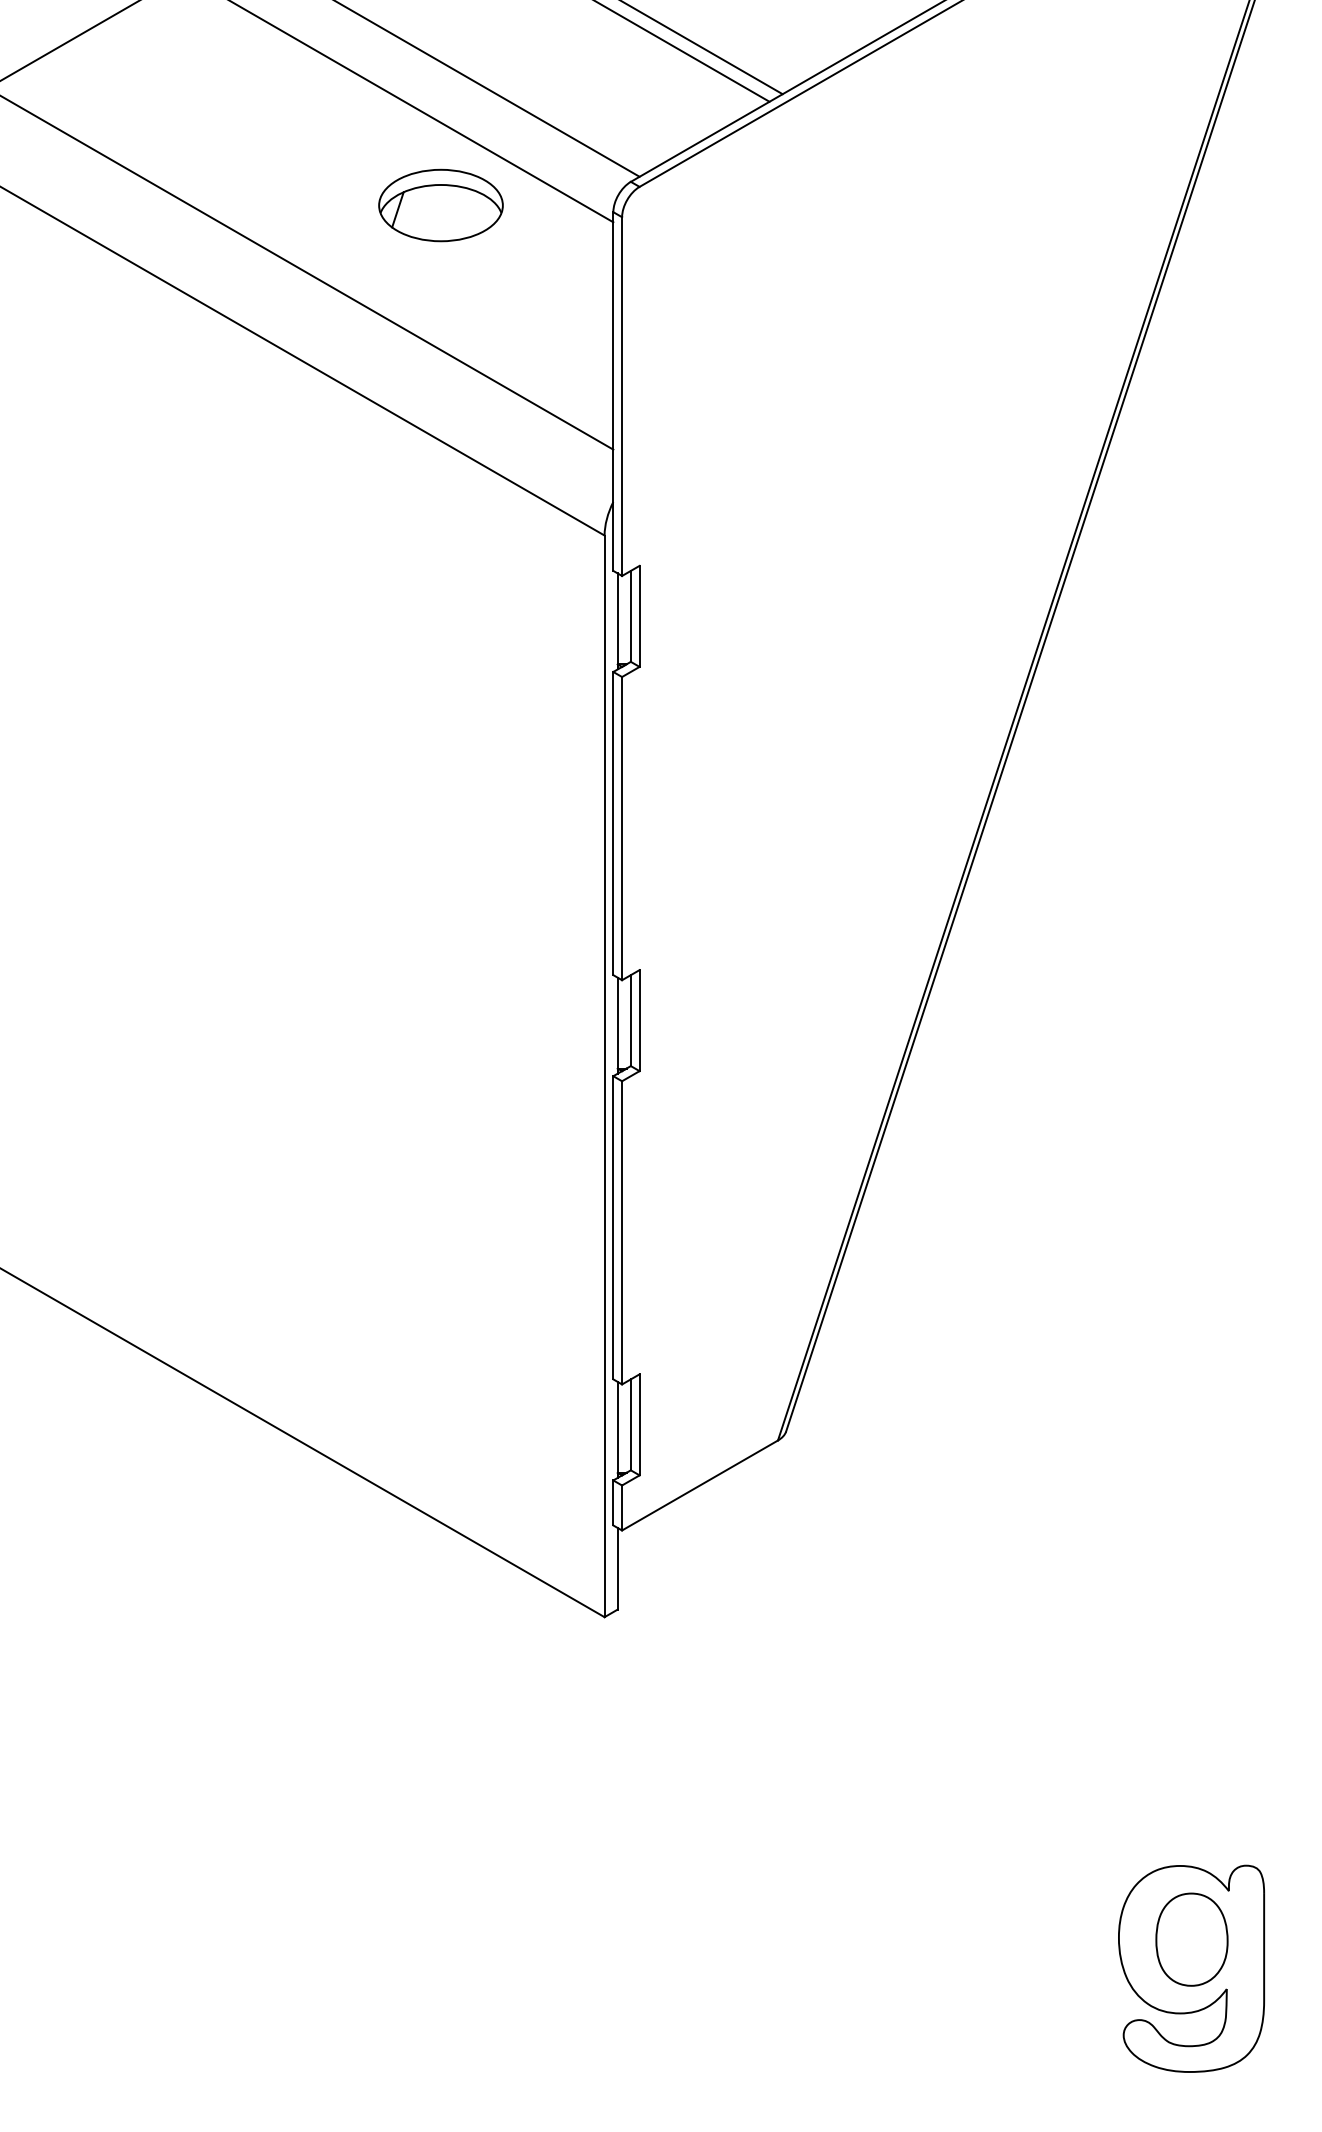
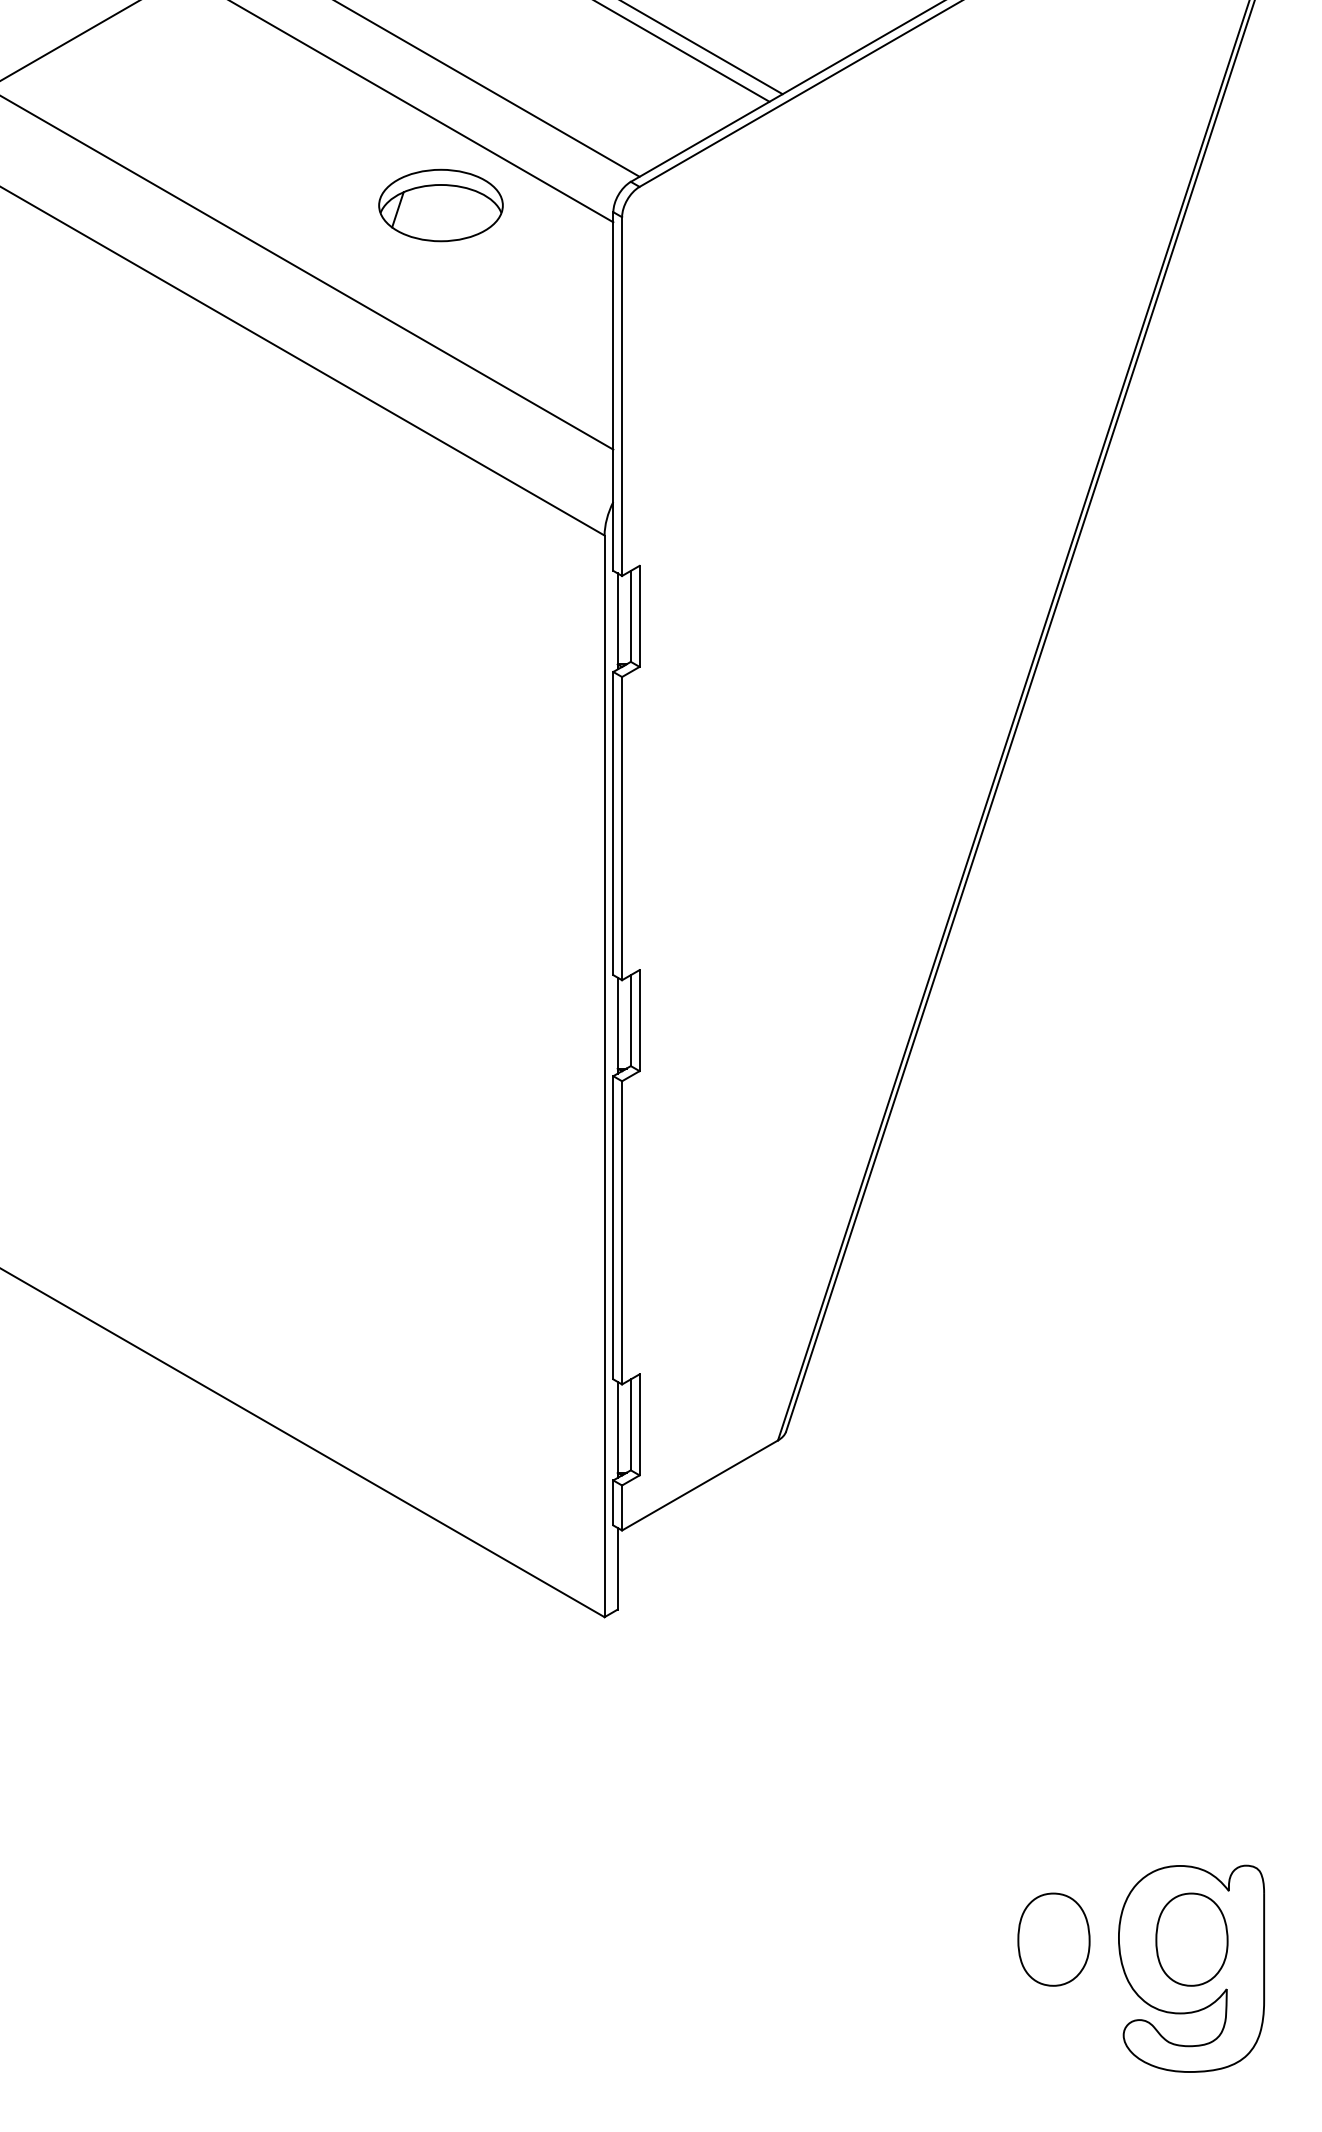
part at (1053, 1939): none -> present
